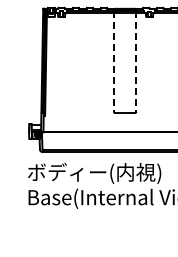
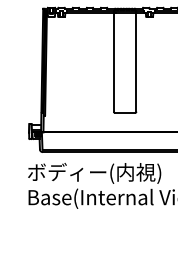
line at (113, 61): dashed -> solid
line at (136, 61): dashed -> solid
